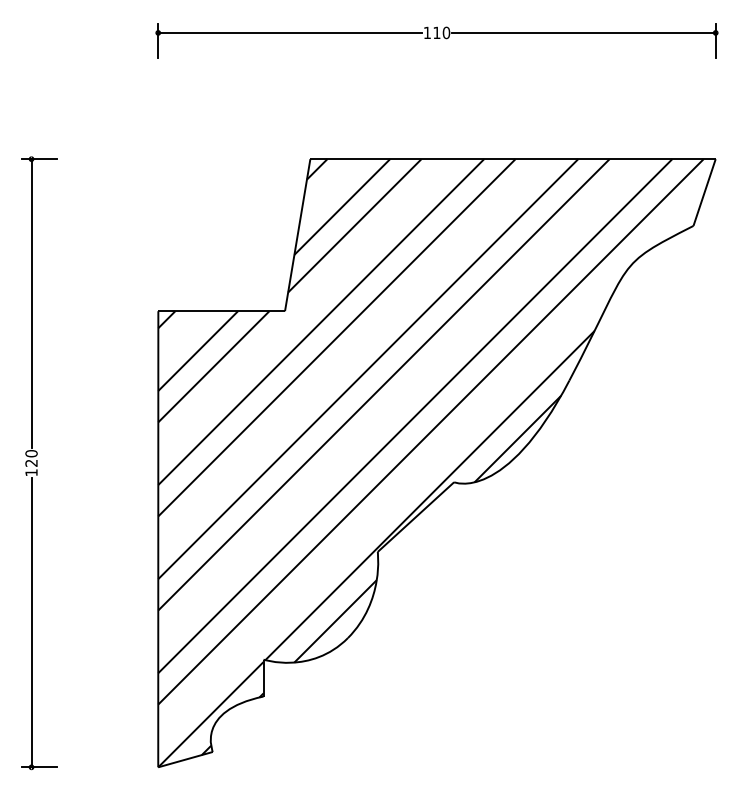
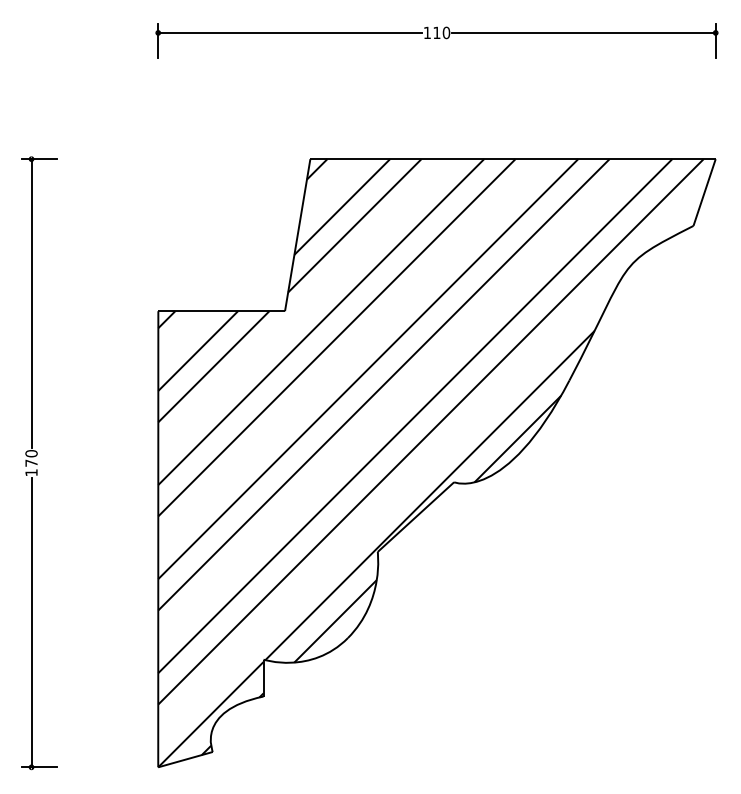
text at (31, 462): 120 -> 170
